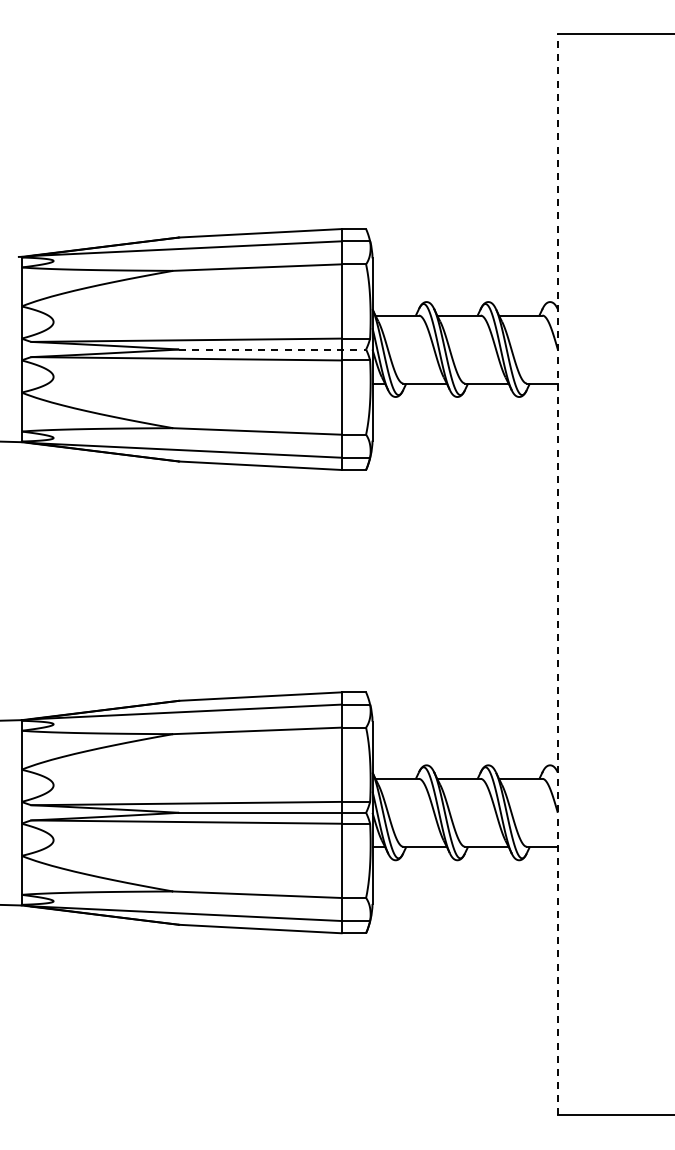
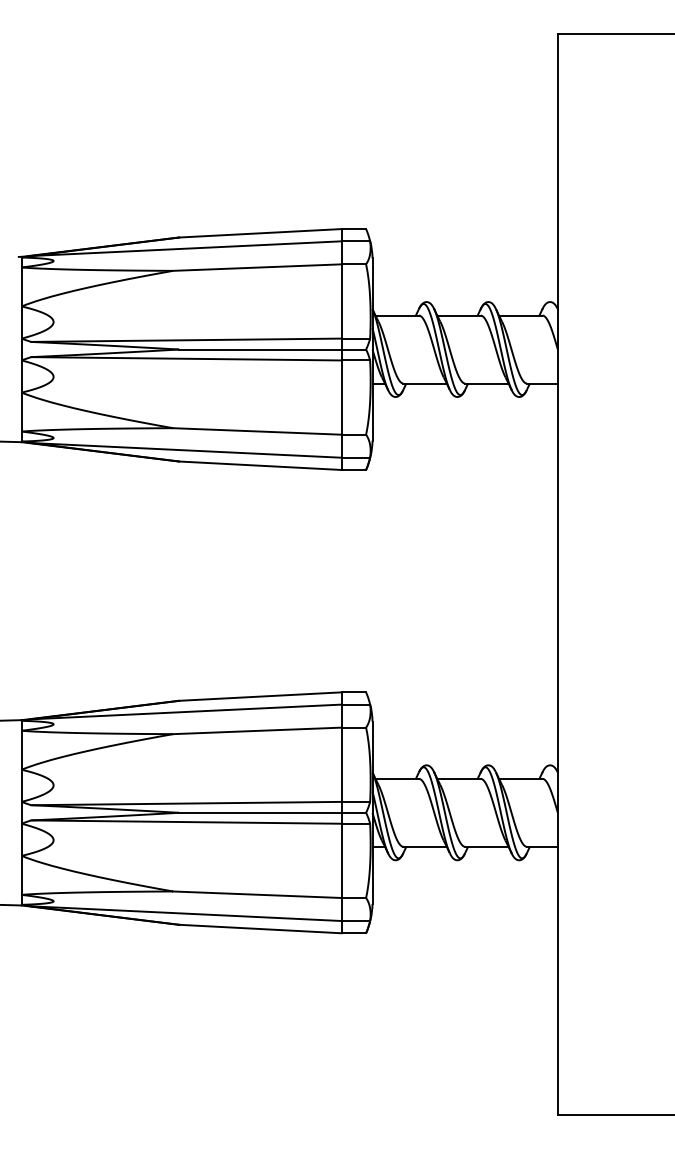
line at (273, 349): dashed -> solid
line at (557, 574): dashed -> solid
